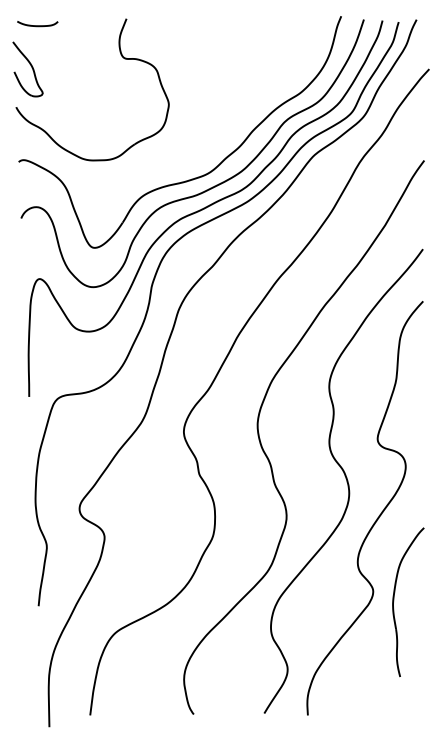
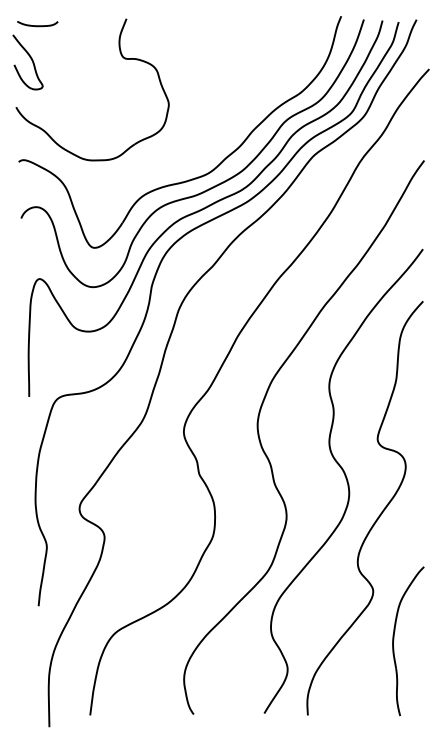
part at (27, 69) position: (27, 69) -> (27, 62)
part at (394, 601) position: (394, 601) -> (394, 640)
